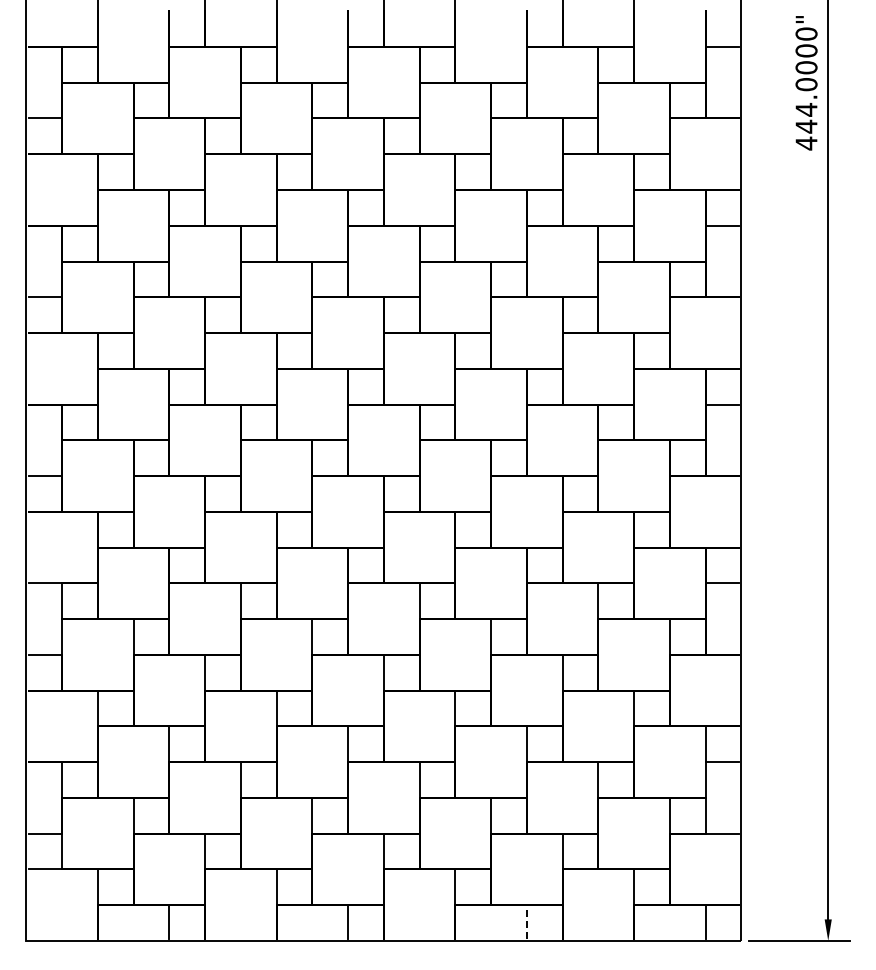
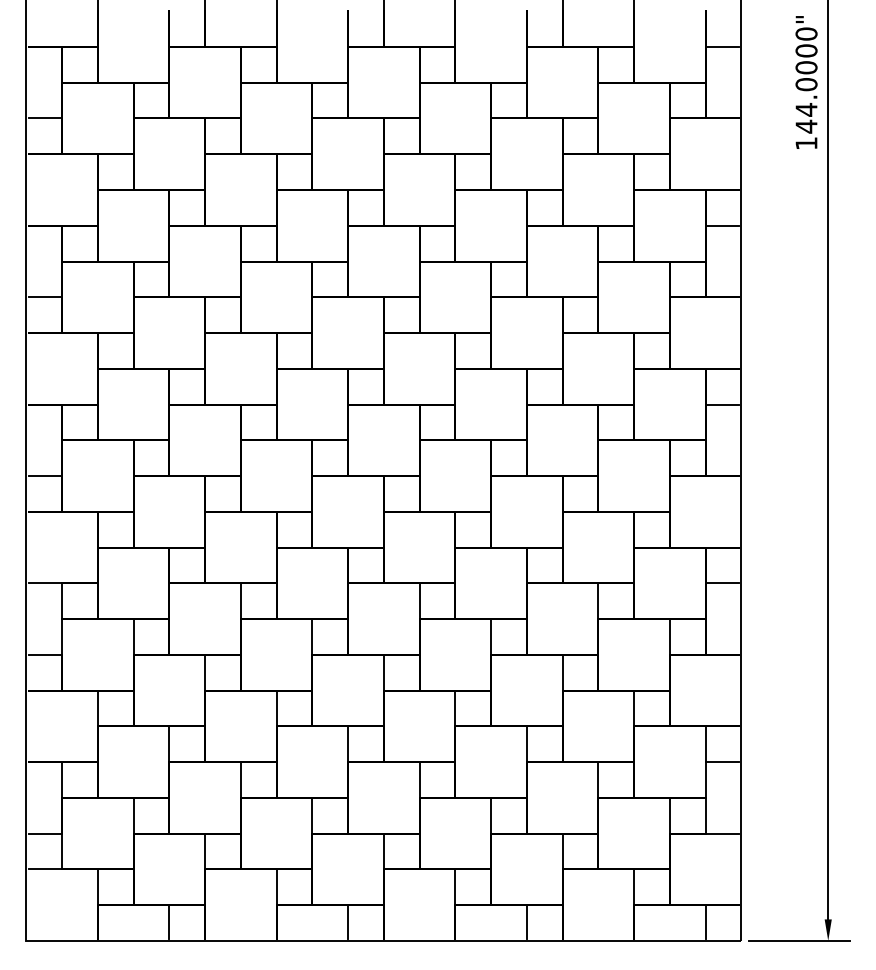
text at (806, 143): 444.0000" -> 144.0000"
line at (526, 921): dashed -> solid
